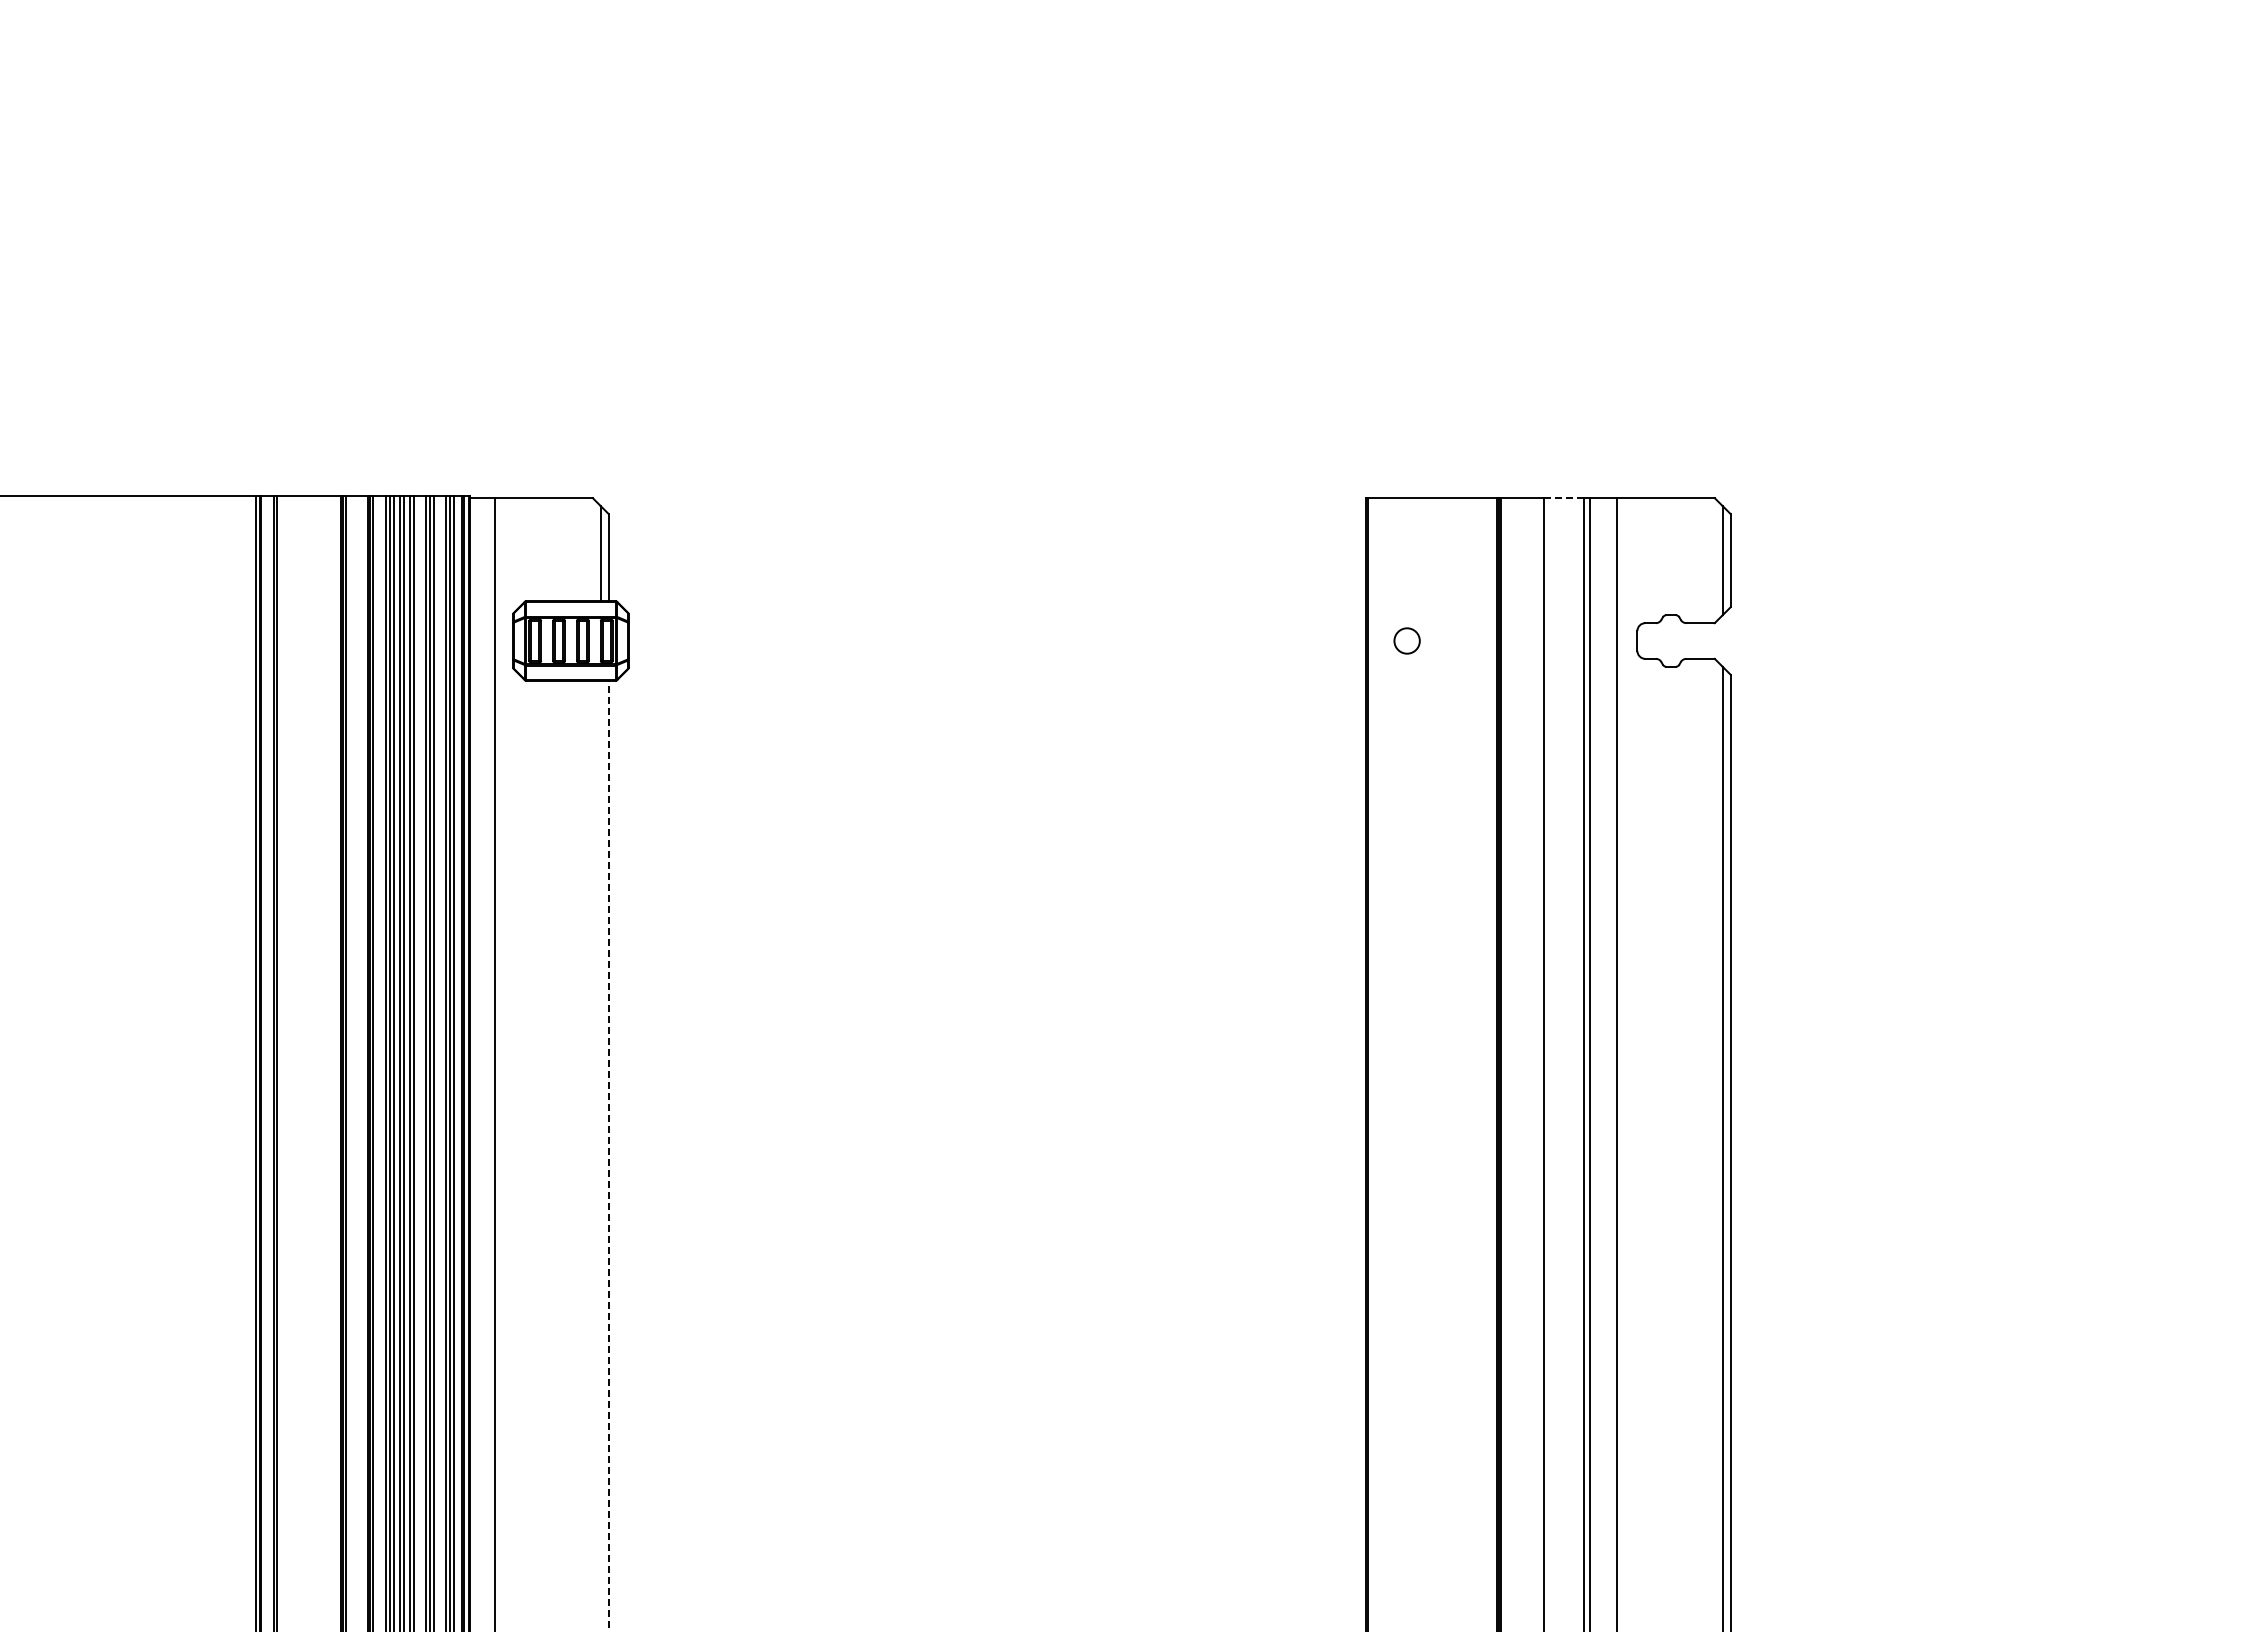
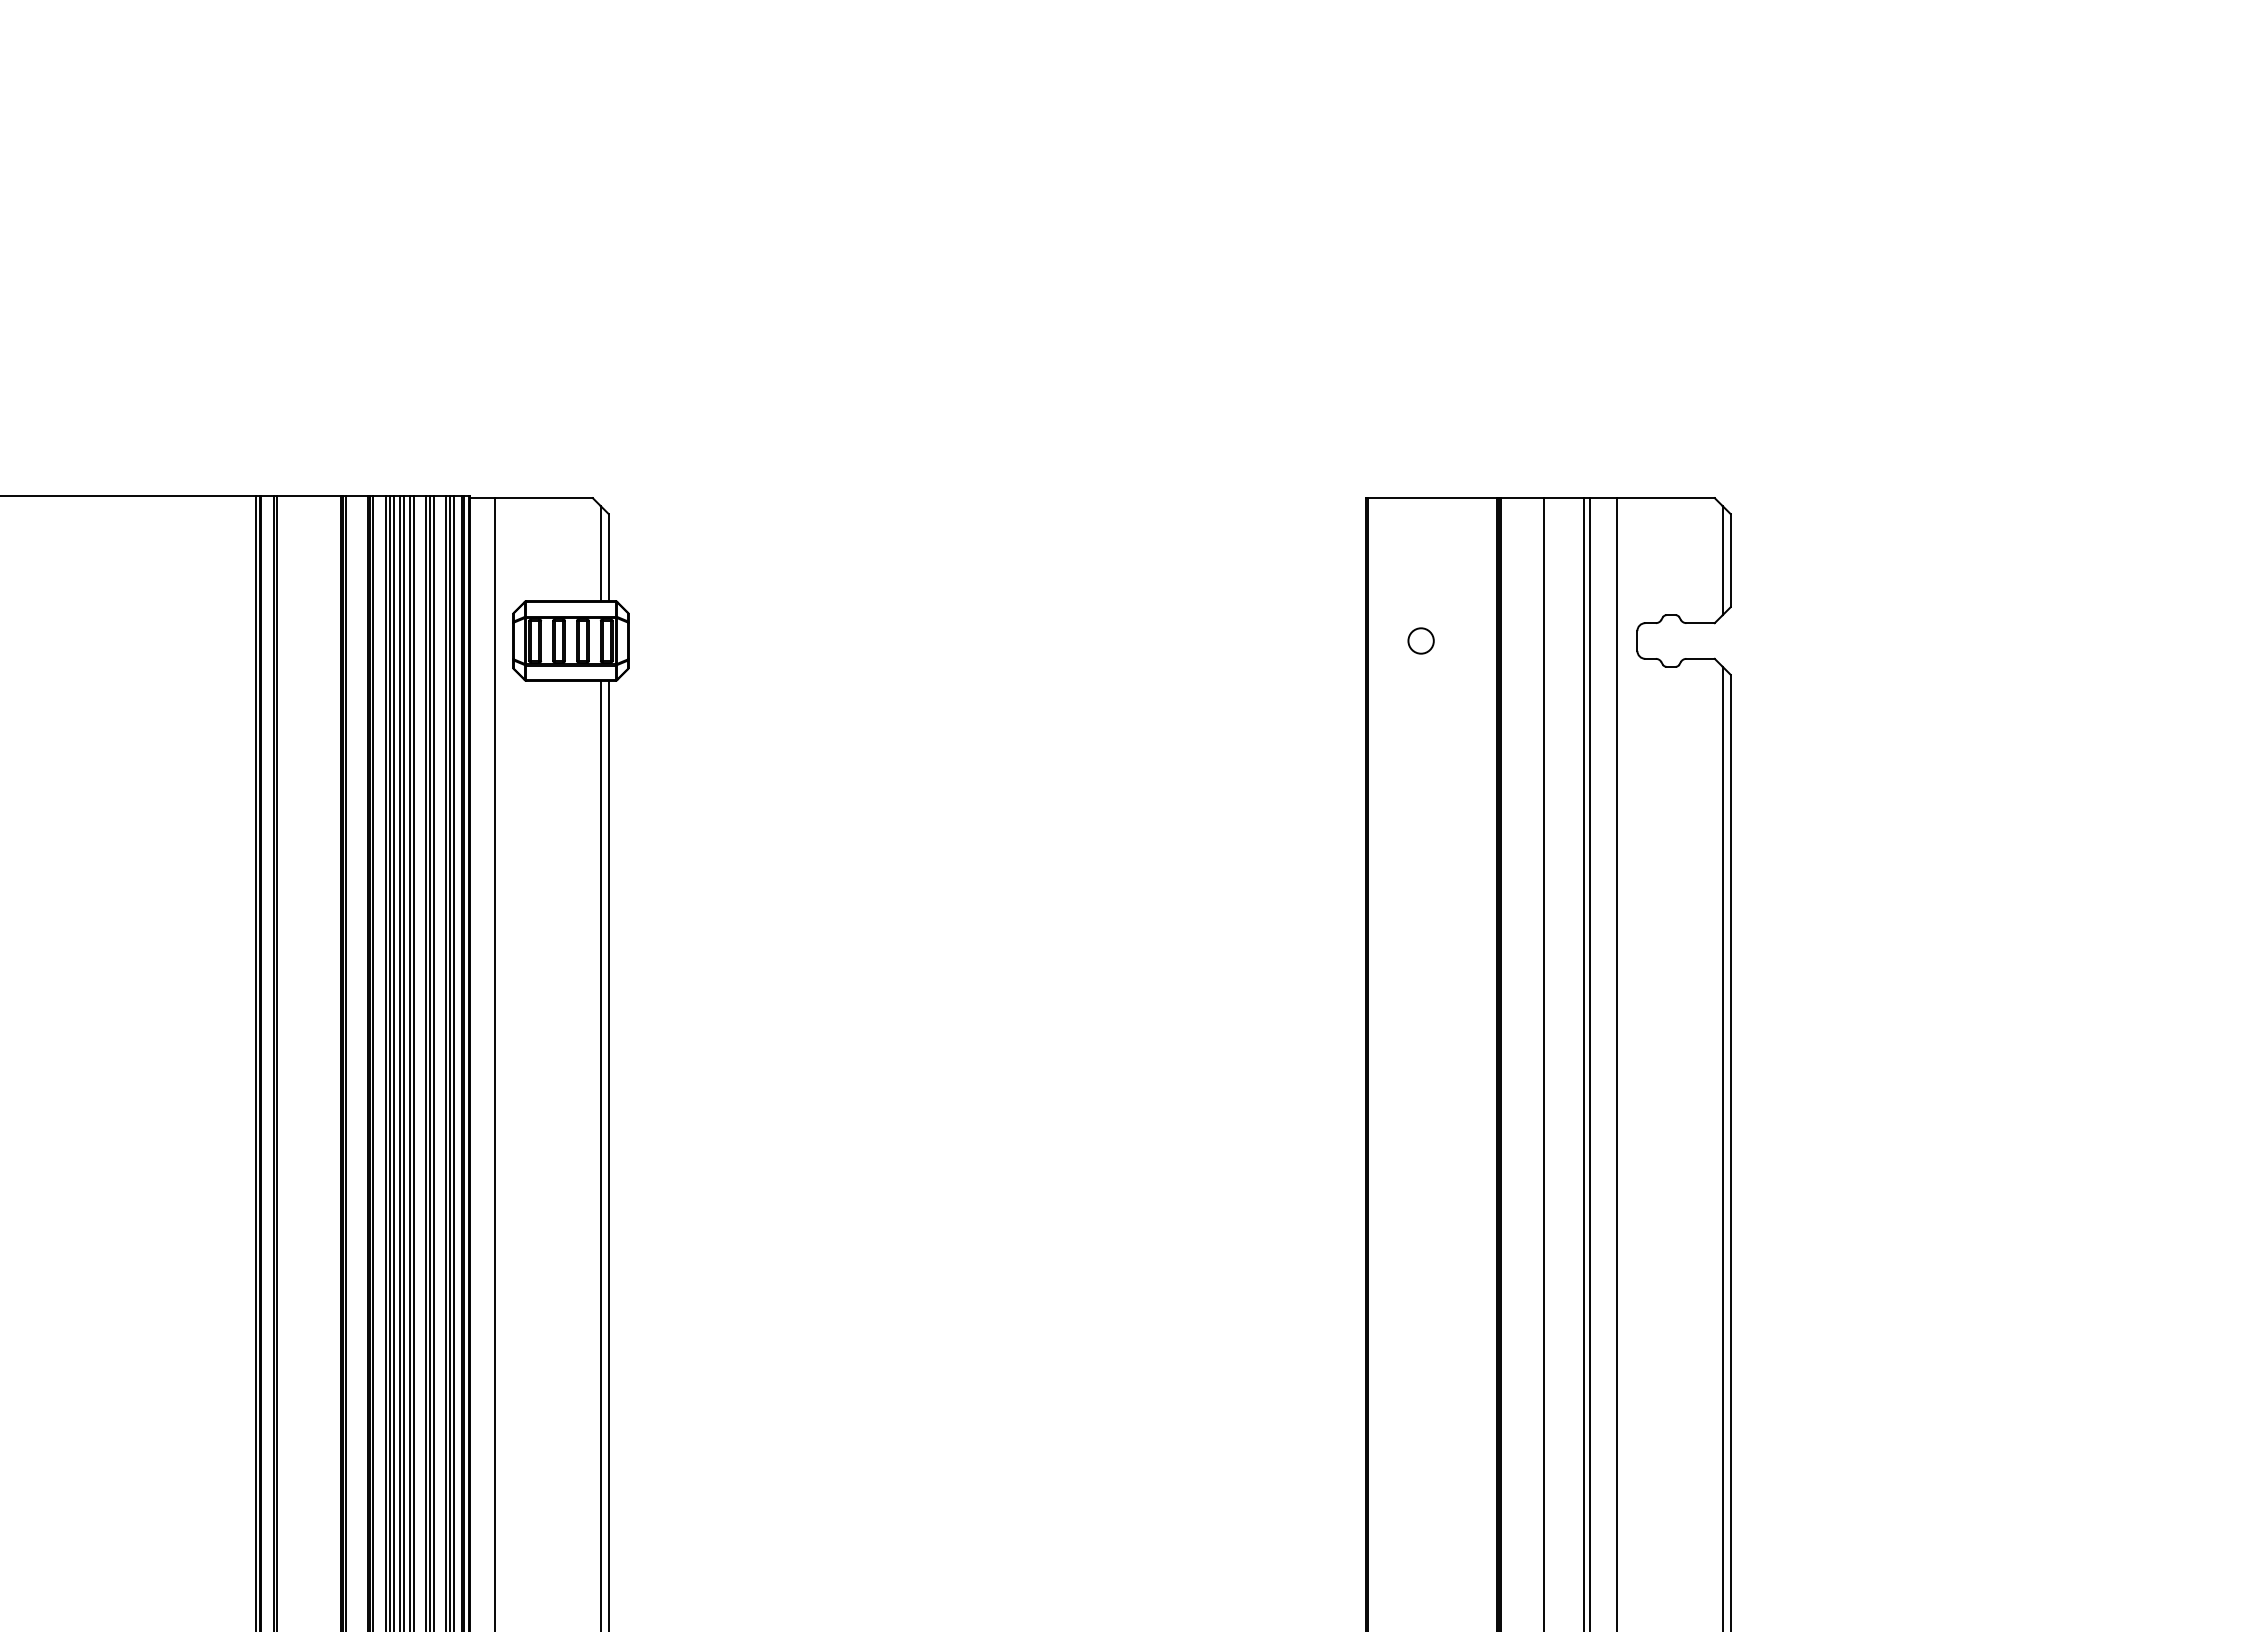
line at (1563, 498): dashed -> solid
circle at (1406, 640) position: (1406, 640) -> (1420, 640)
line at (600, 1154): none -> present
line at (608, 1155): dashed -> solid
